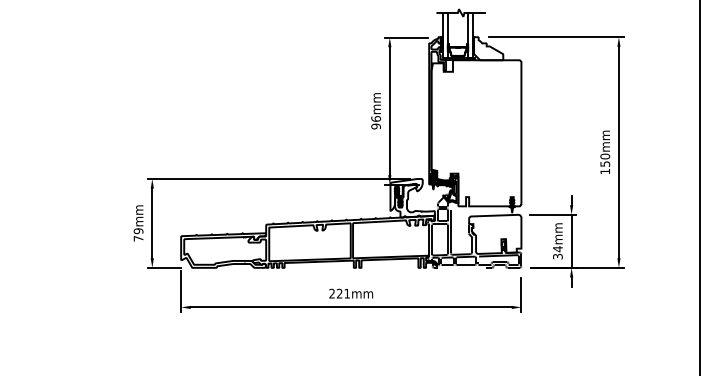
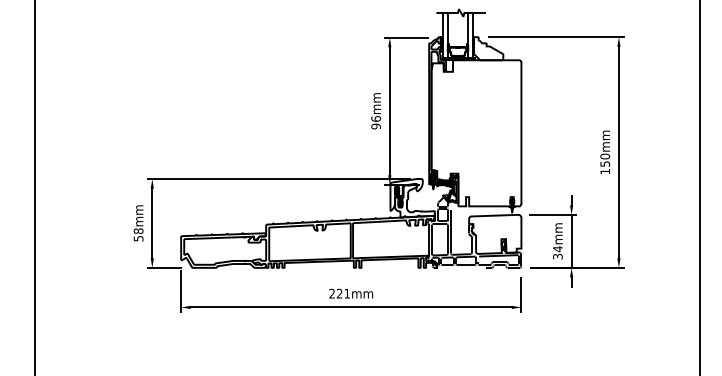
line at (34, 187): none -> present
text at (138, 234): 79mm -> 58mm
